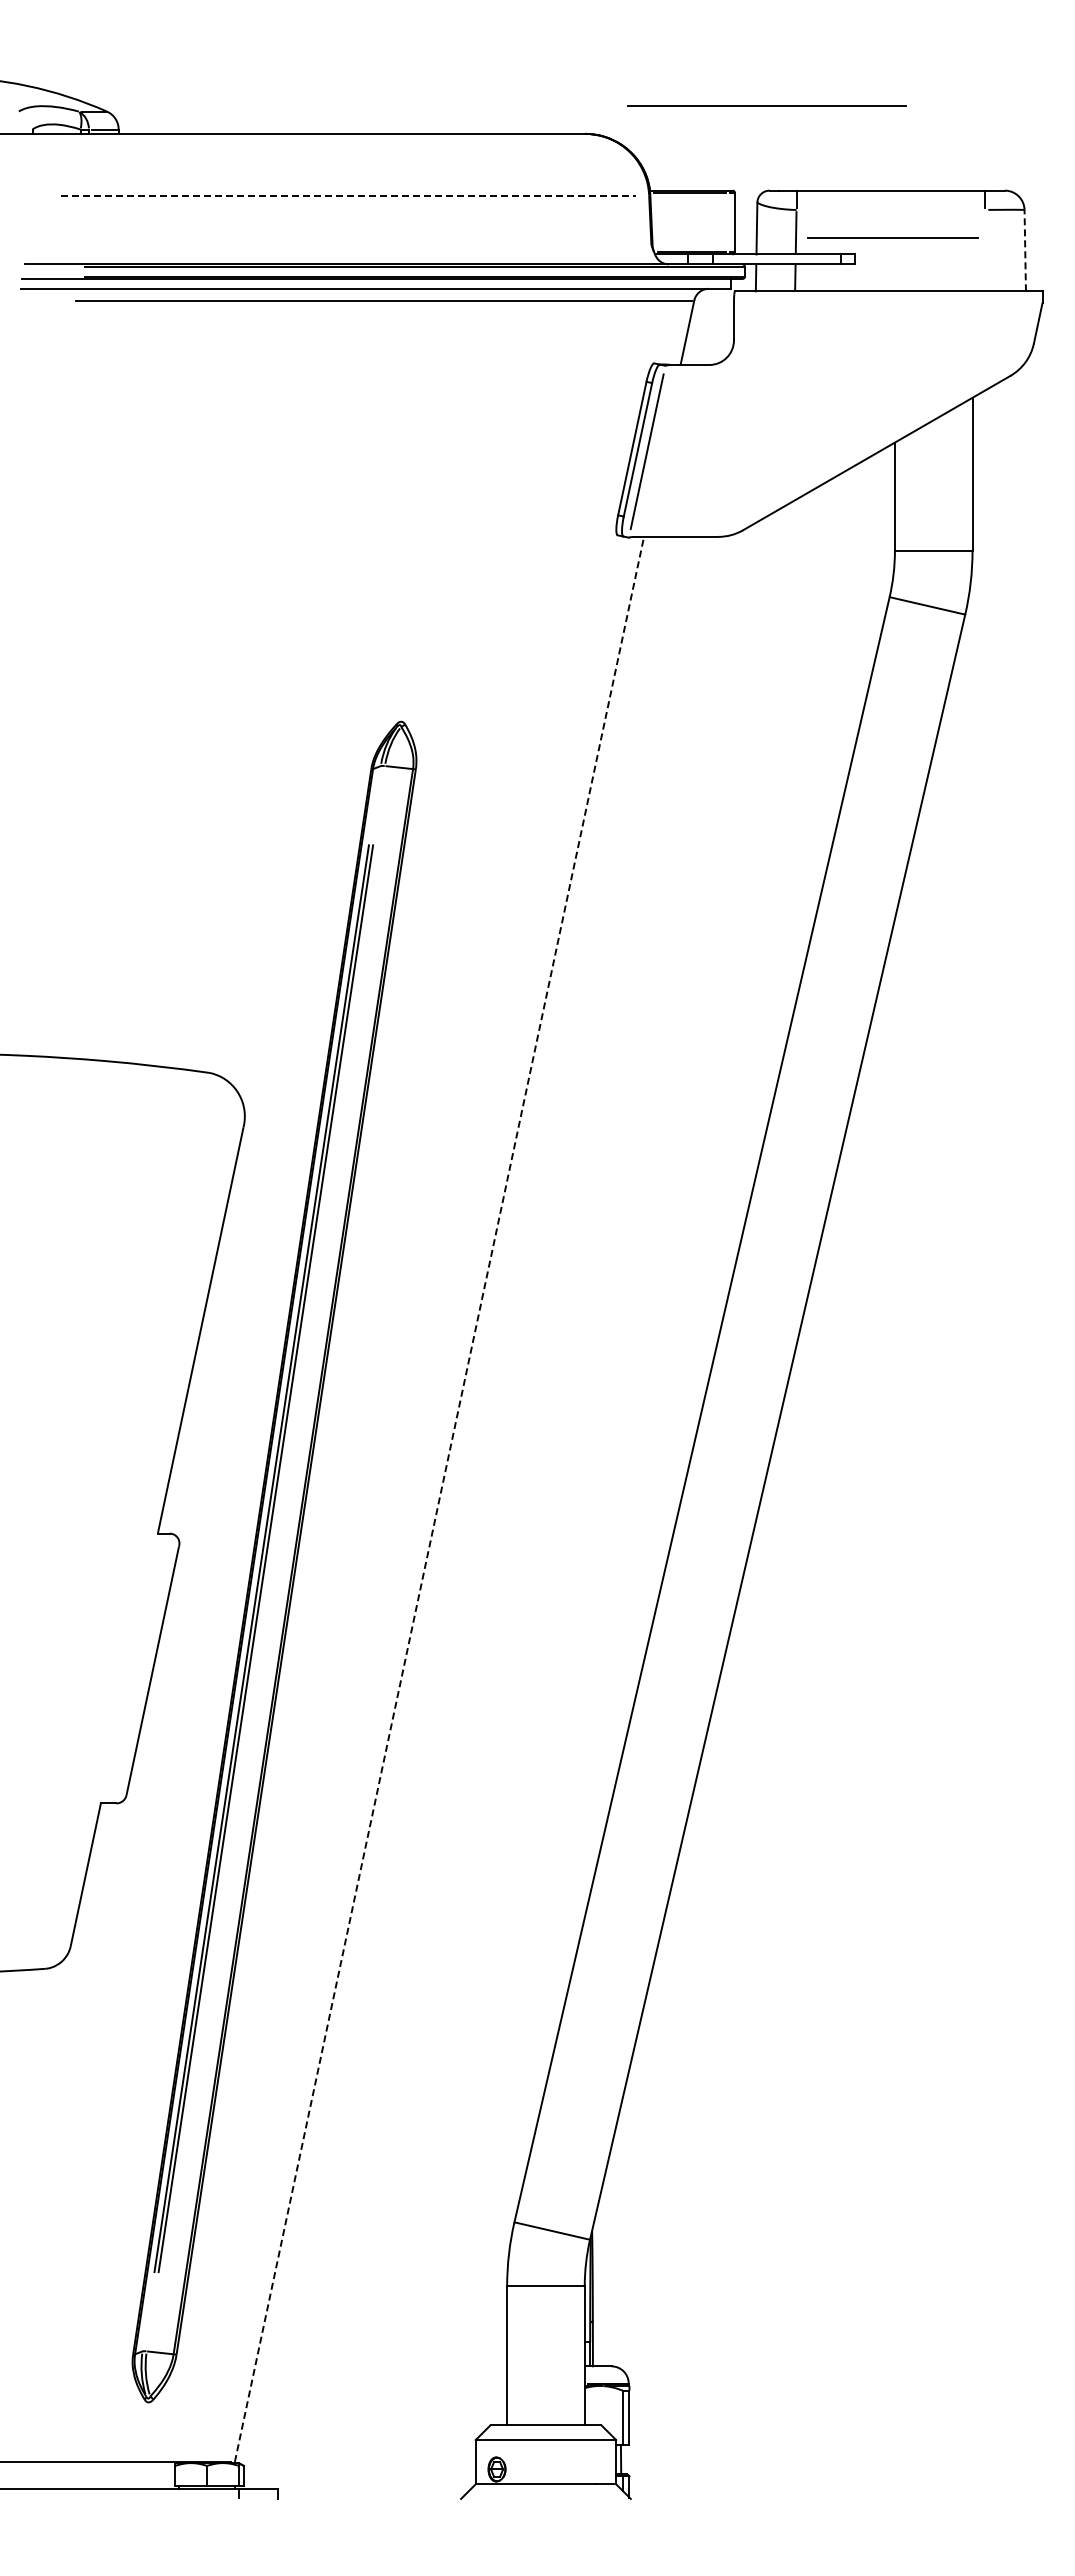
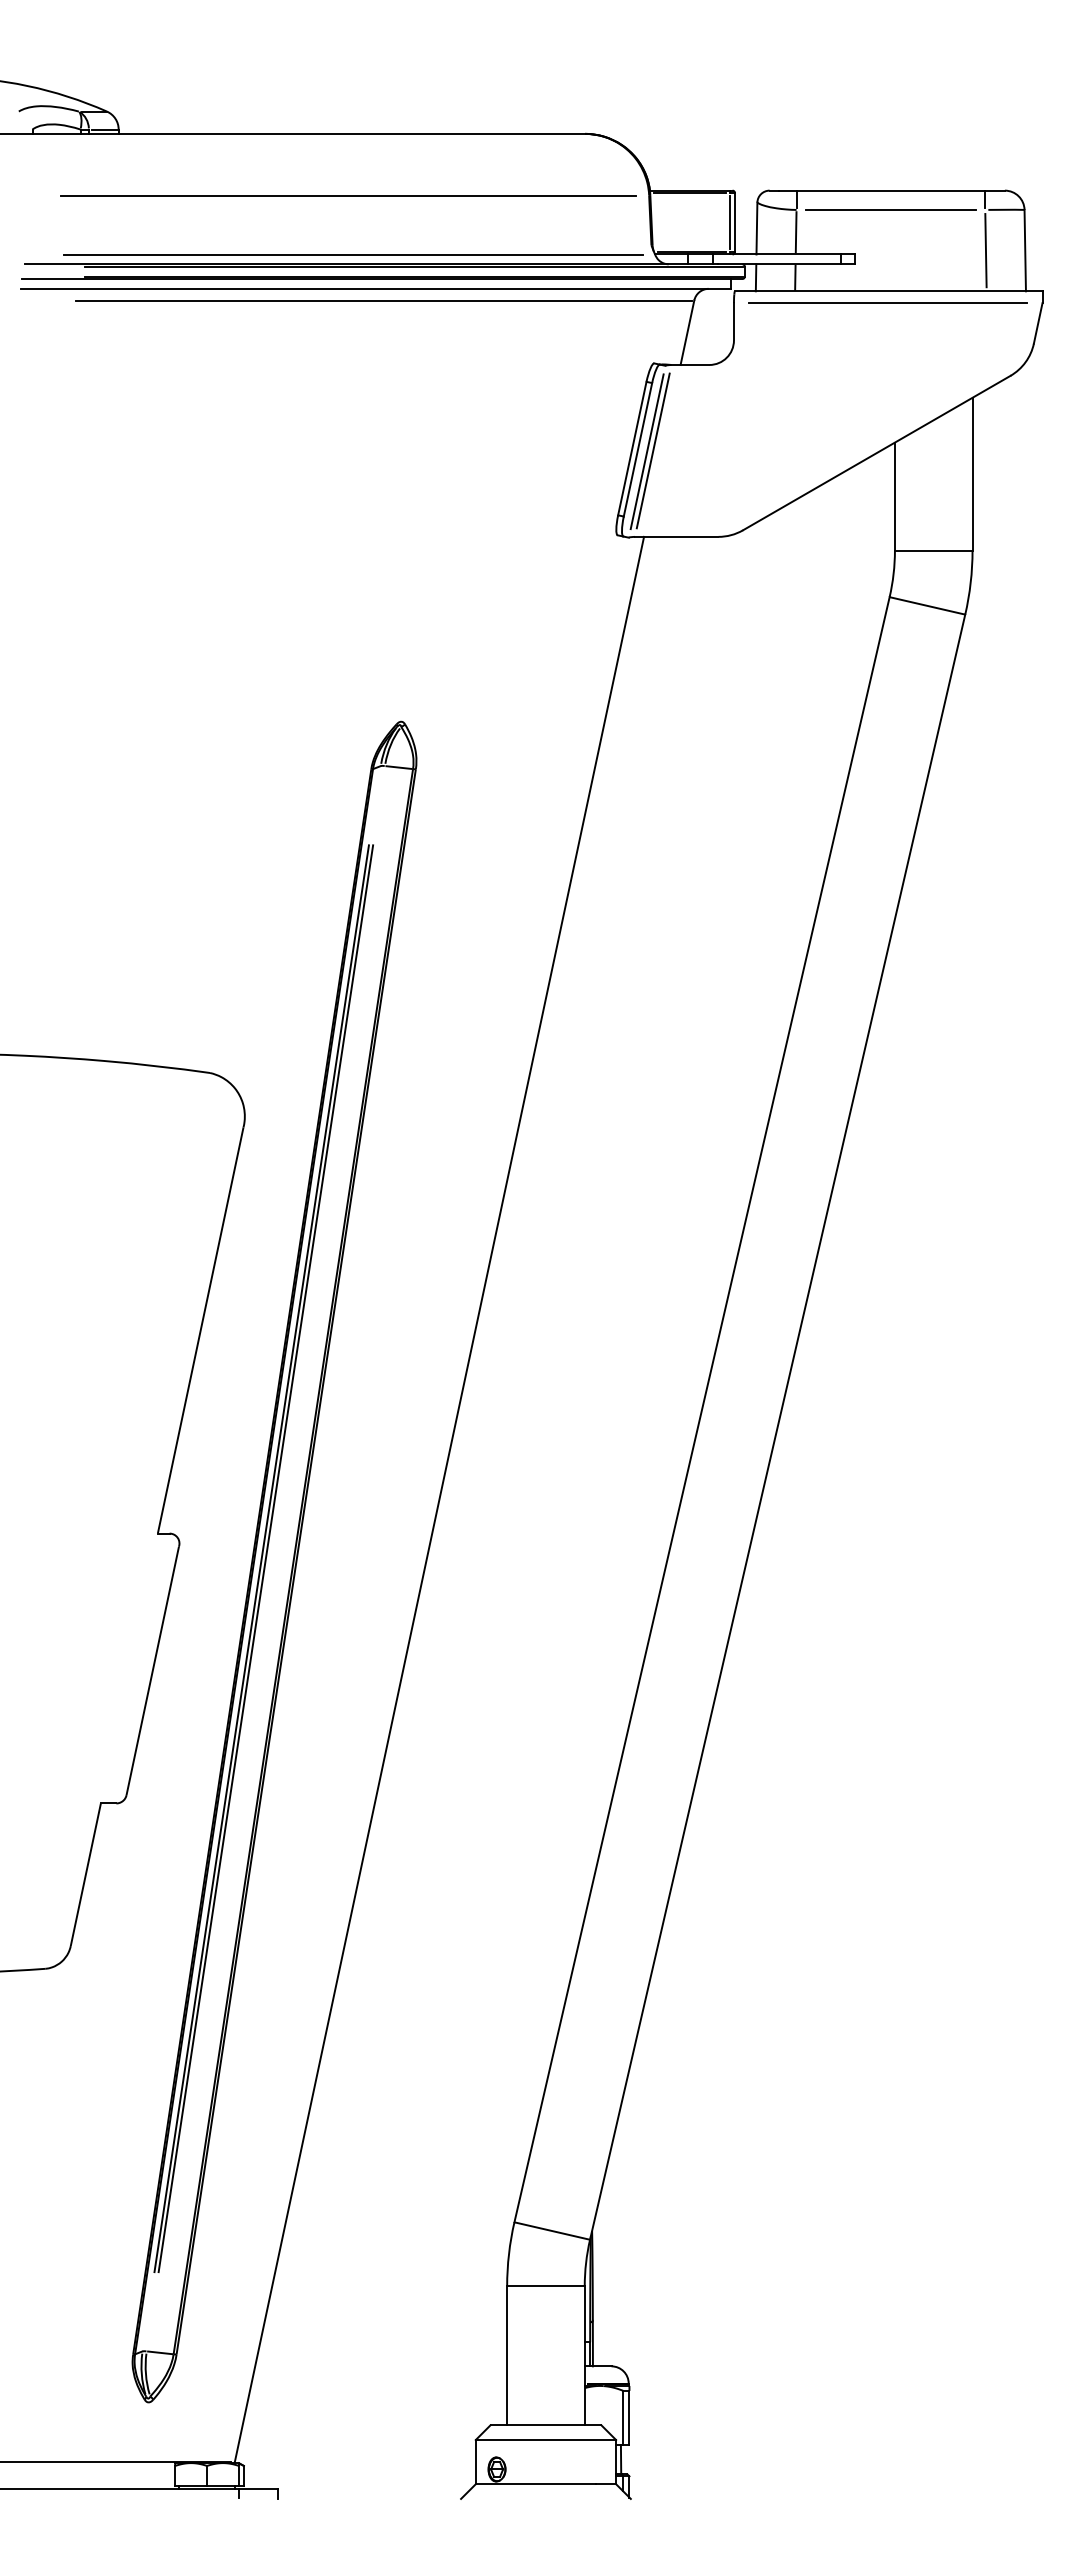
line at (766, 105) position: (766, 105) -> (887, 302)
line at (348, 195): dashed -> solid
line at (730, 222): none -> present
line at (892, 237) position: (892, 237) -> (890, 209)
line at (985, 250): none -> present
line at (1025, 250): dashed -> solid
line at (352, 254): none -> present
line at (652, 450): none -> present
line at (439, 1498): dashed -> solid
